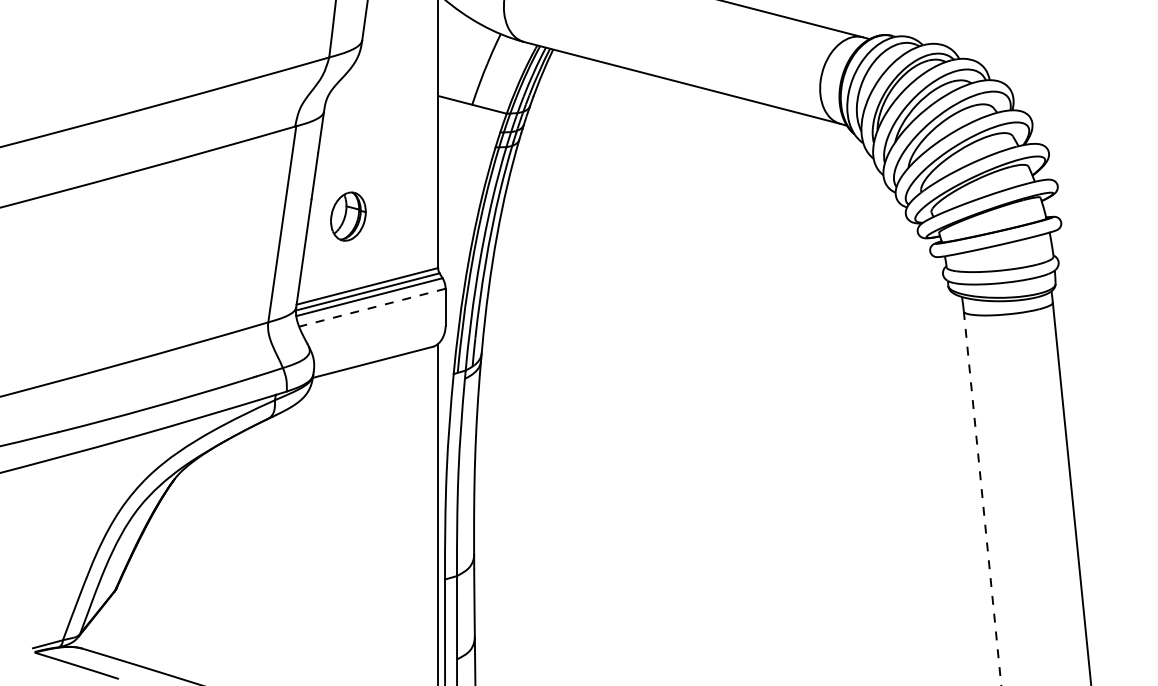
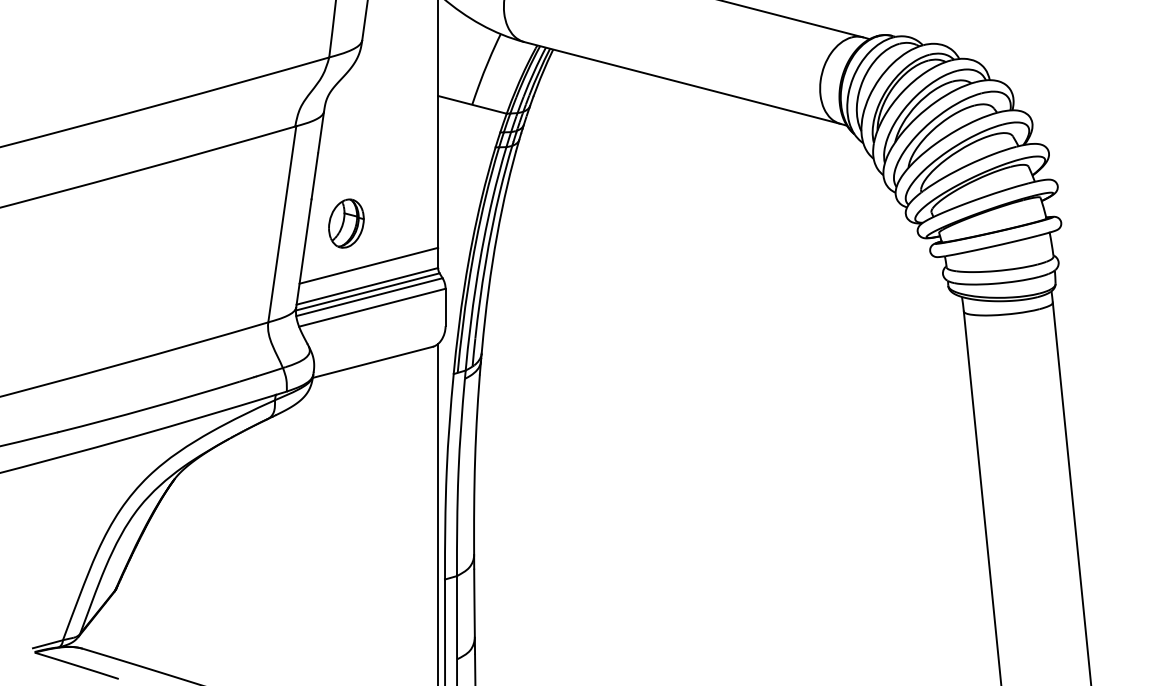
part at (348, 216) position: (348, 216) -> (346, 223)
line at (368, 265): none -> present
line at (372, 307): dashed -> solid
line at (982, 498): dashed -> solid
